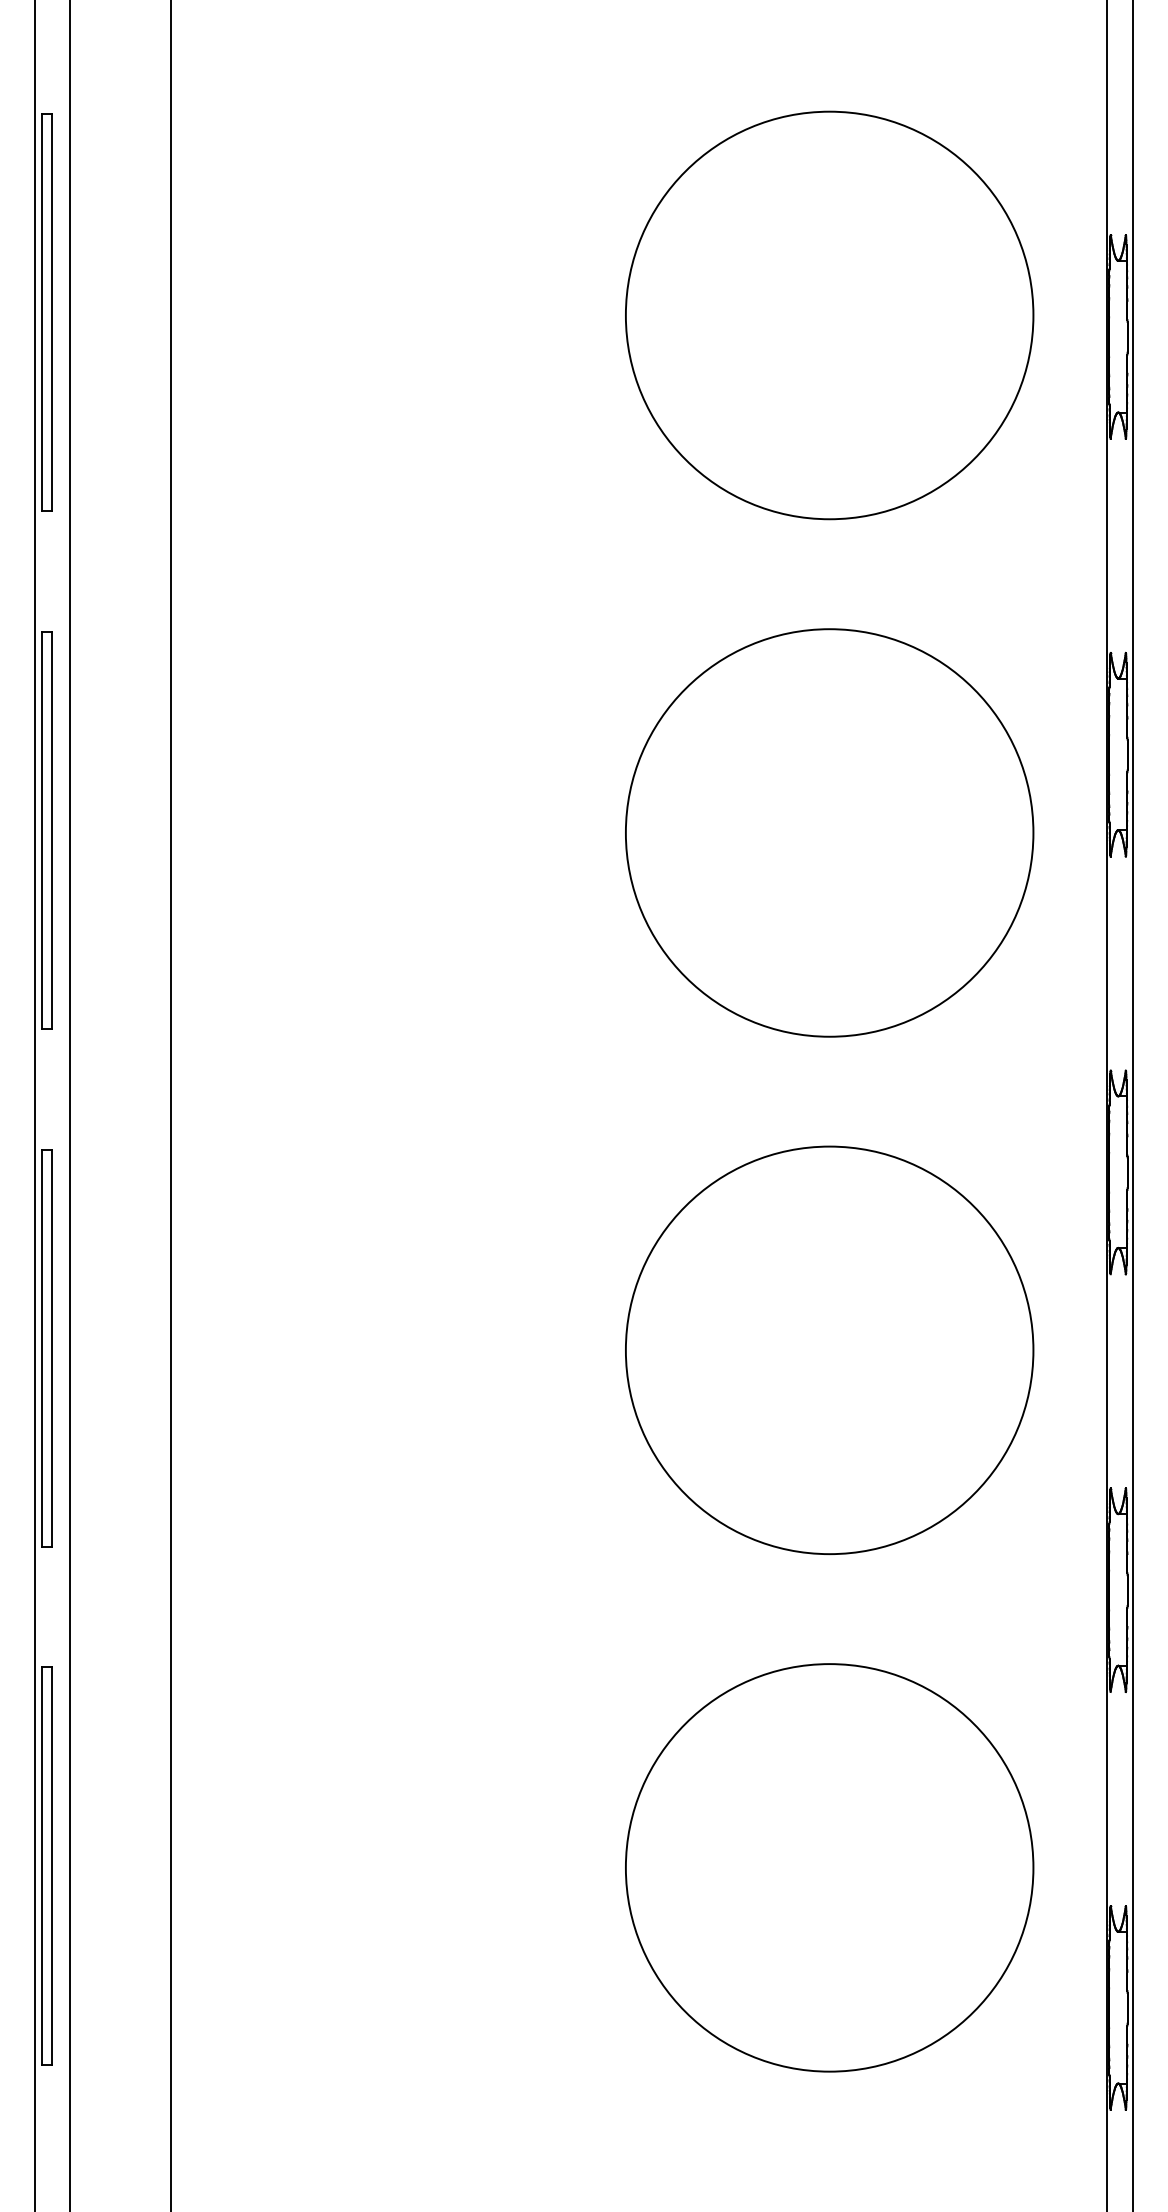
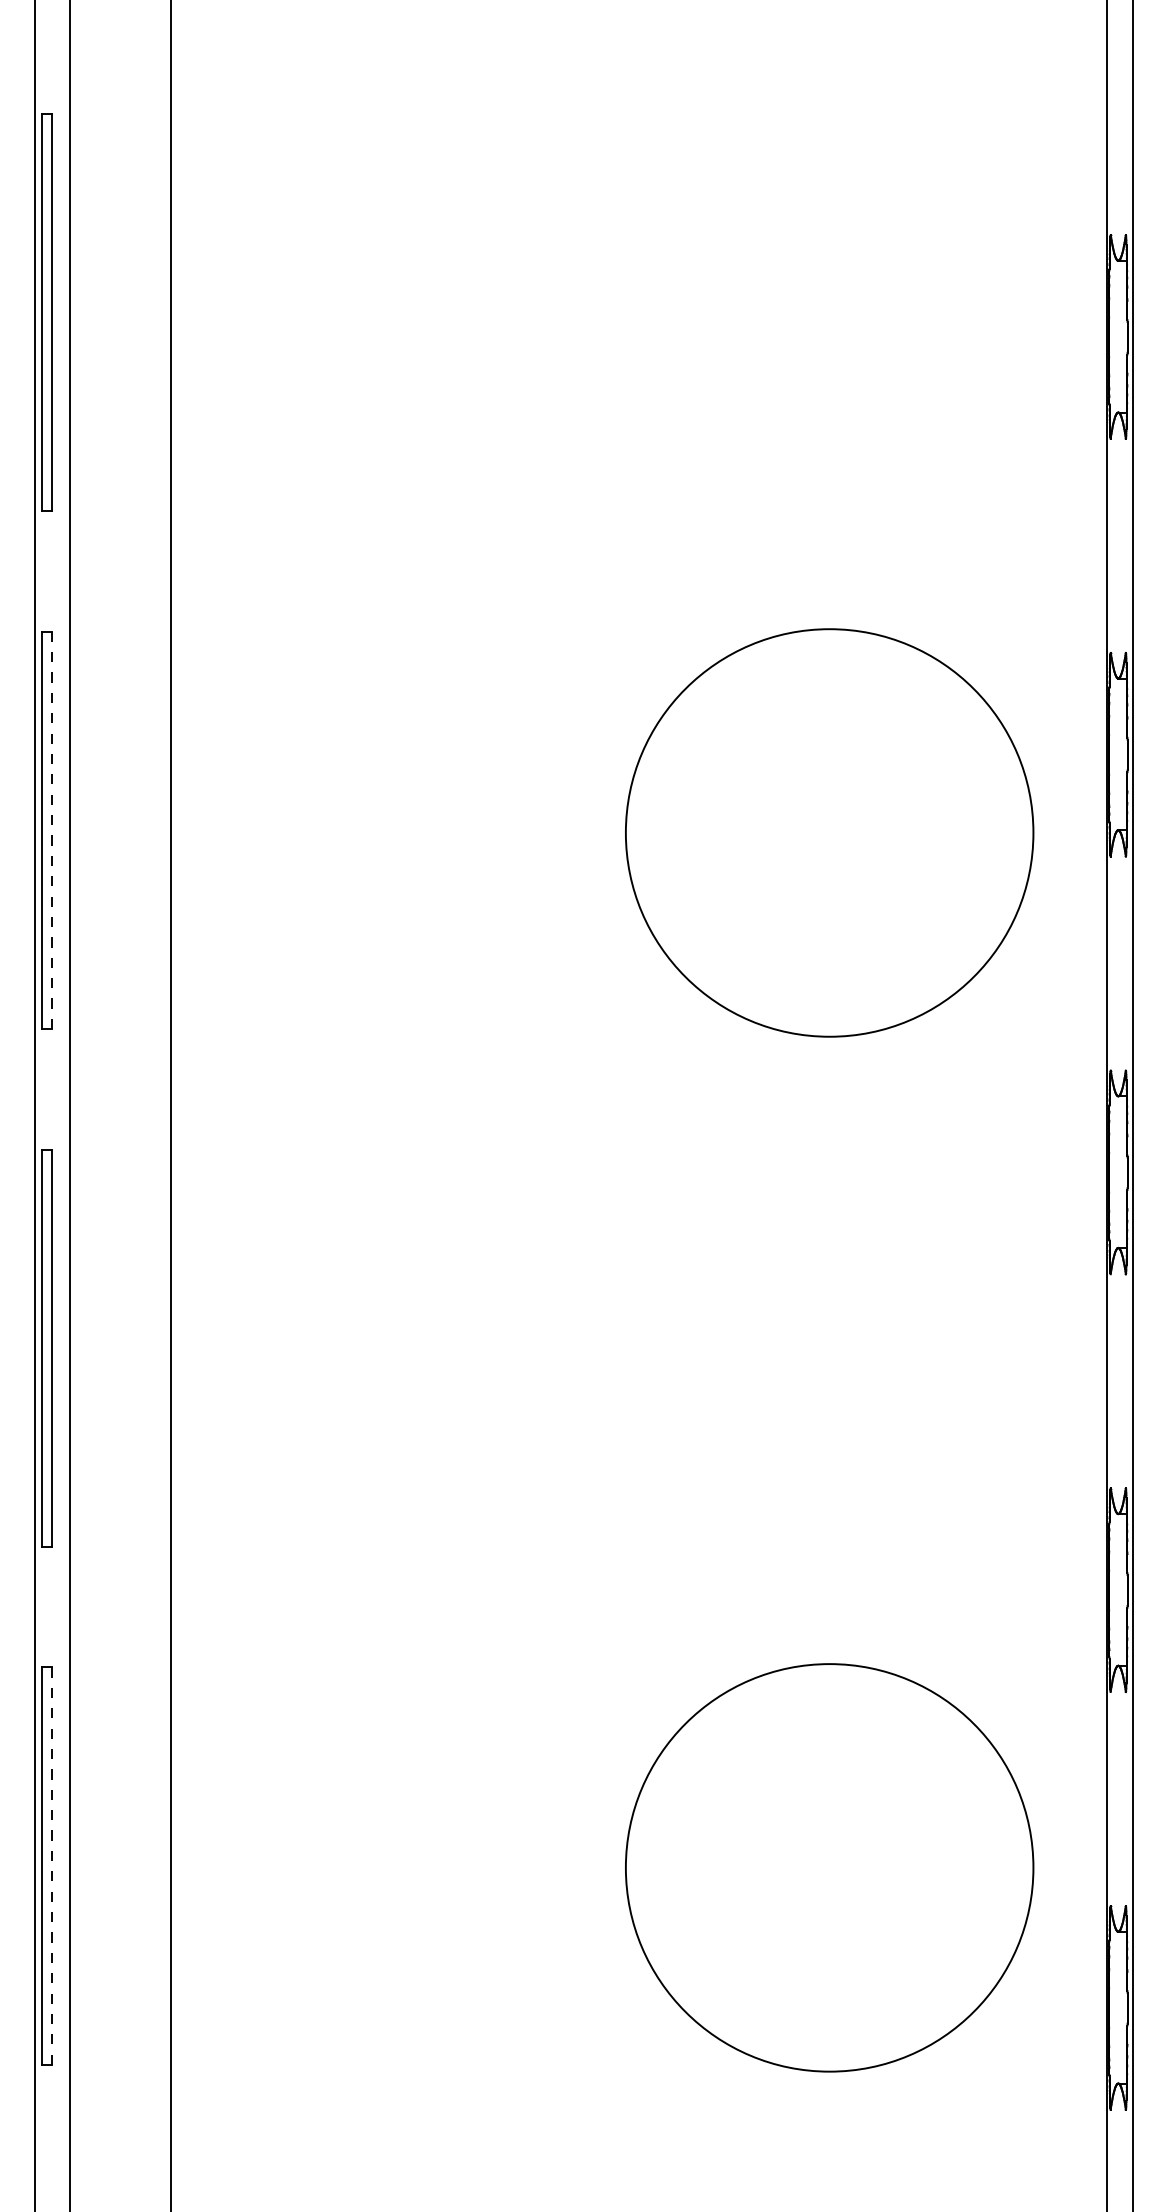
circle at (829, 315): present -> none
line at (51, 830): solid -> dashed
circle at (829, 1349): present -> none
line at (51, 1866): solid -> dashed
